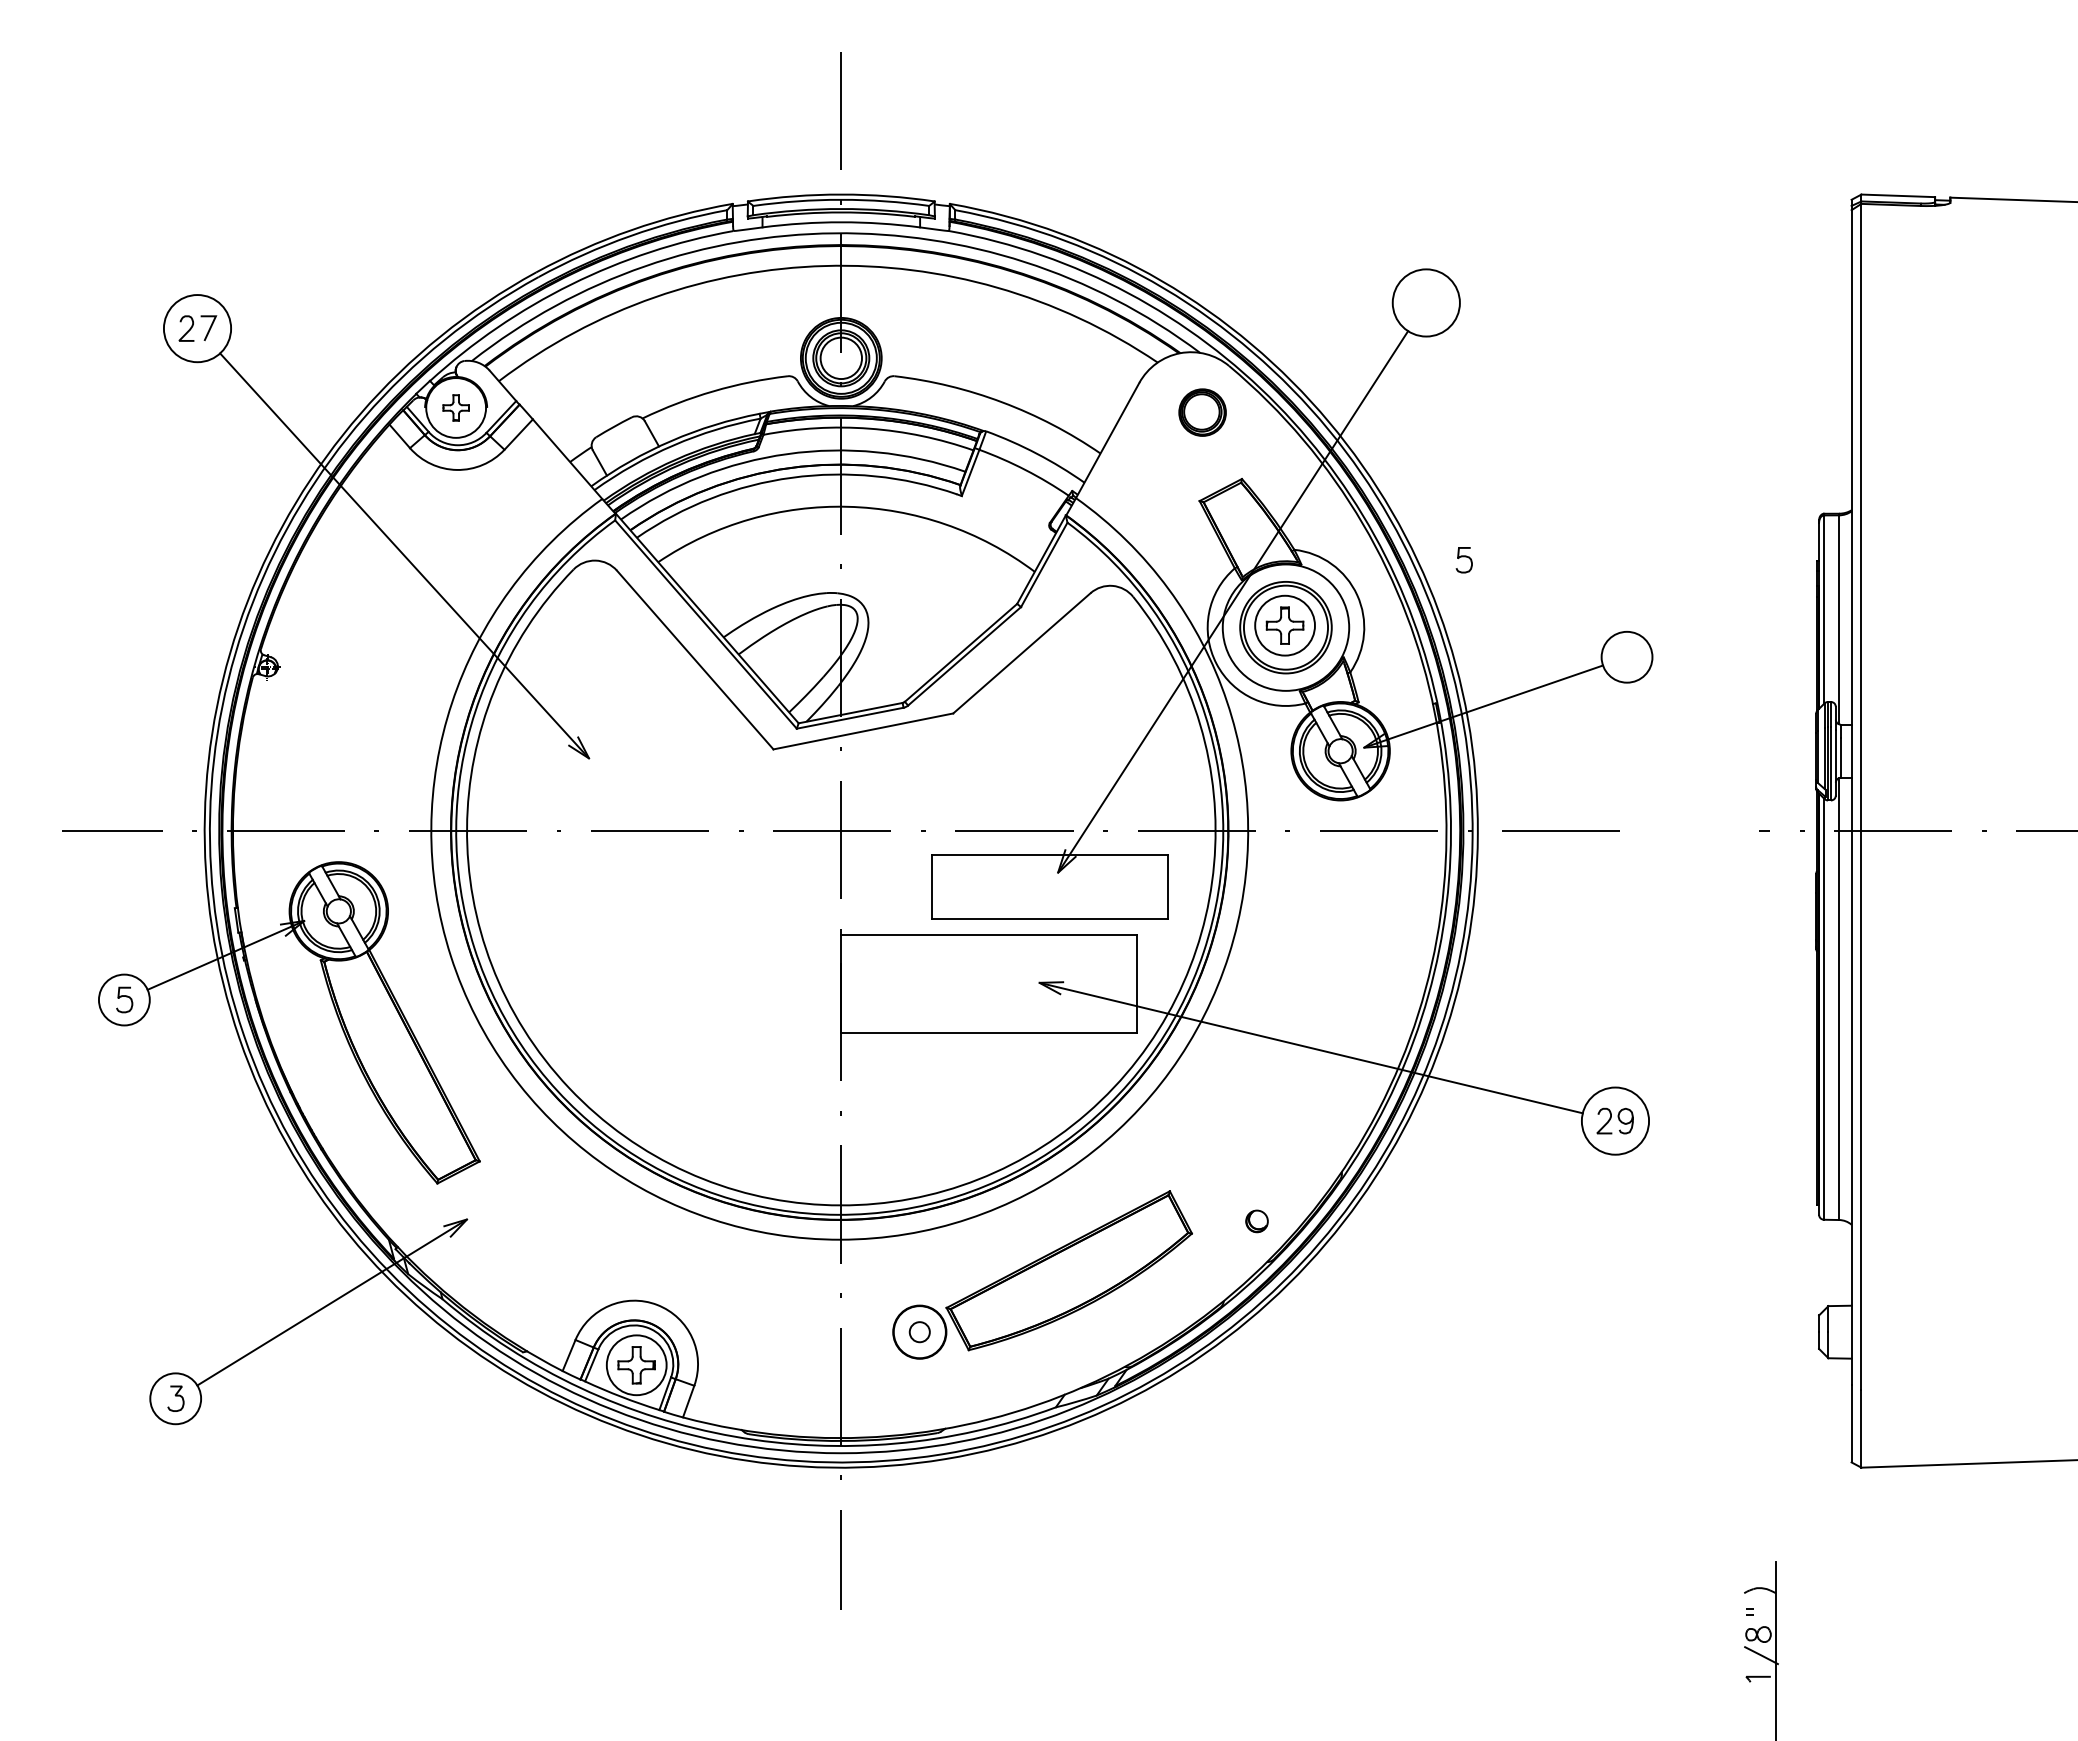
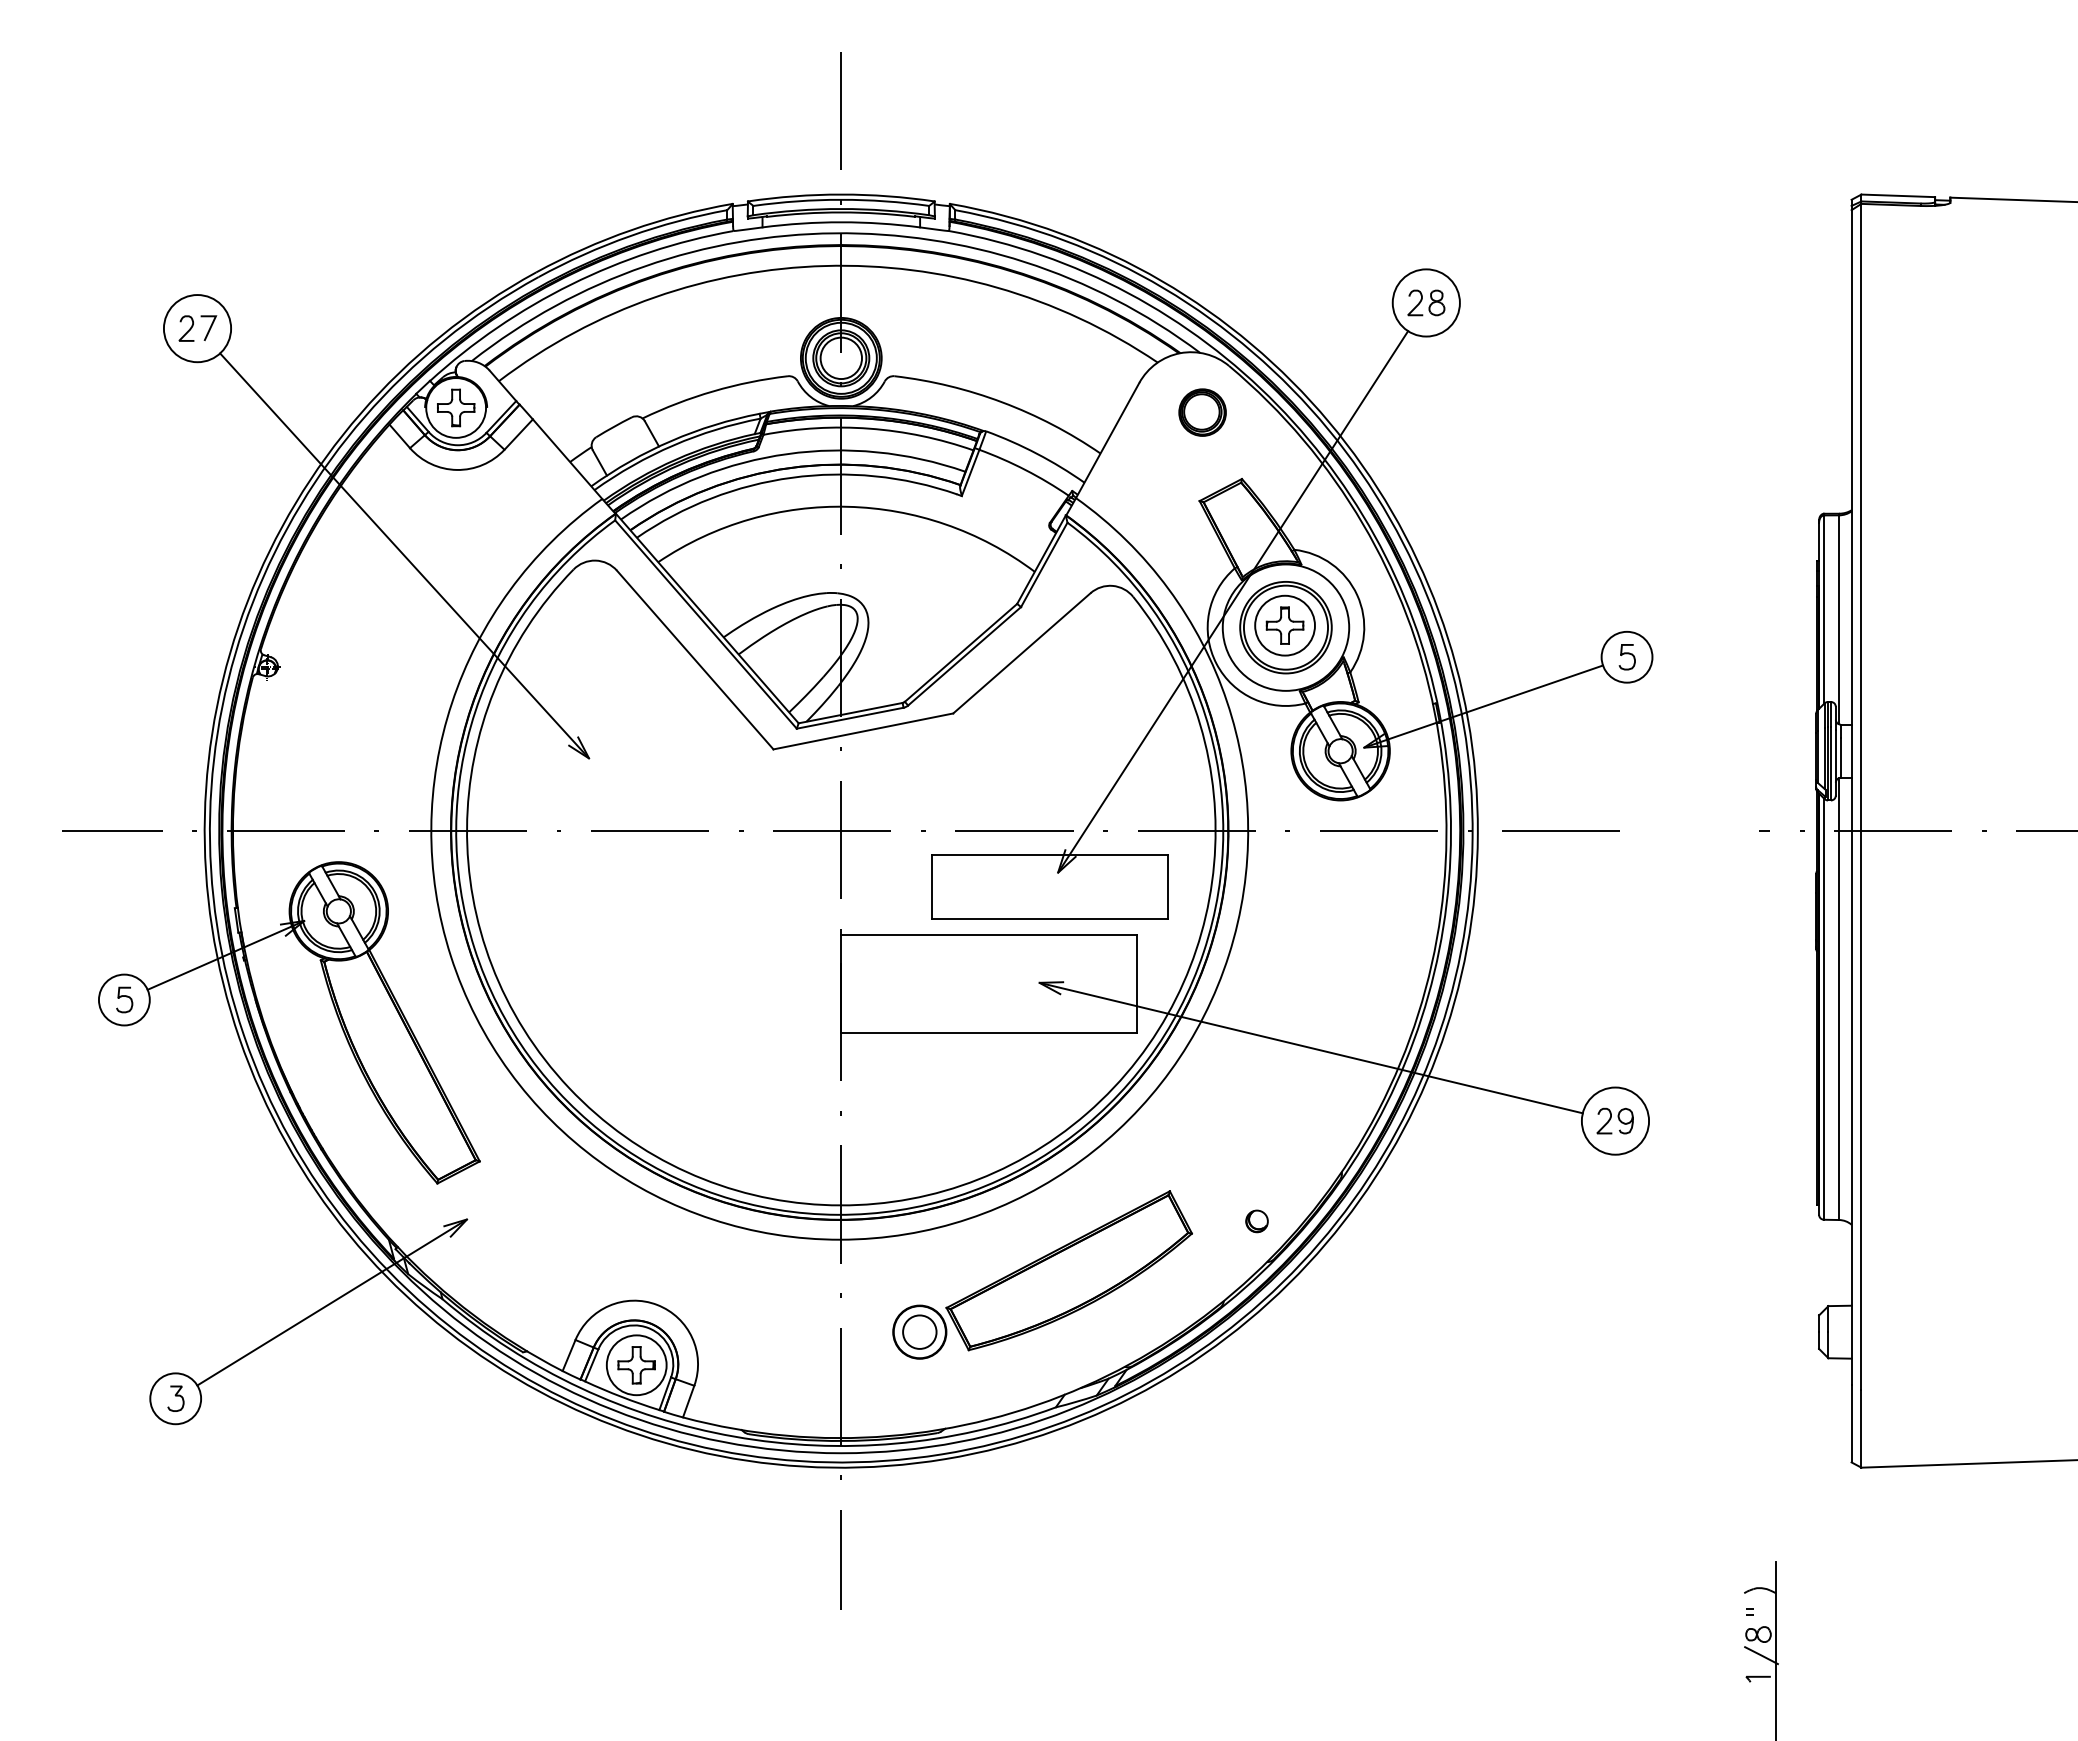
part at (1426, 302): none -> present
part at (455, 407) size: 28x28 px -> 39x40 px
curve at (1463, 557) position: (1463, 557) -> (1626, 654)
circle at (919, 1332) diameter: 20 px -> 33 px
